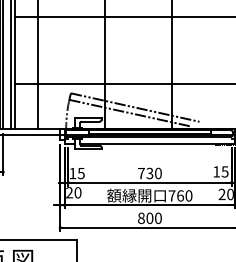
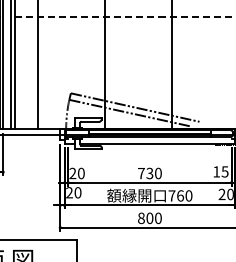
line at (126, 16): solid -> dashed
line at (123, 84): present -> none
text at (76, 173): 15 -> 20
